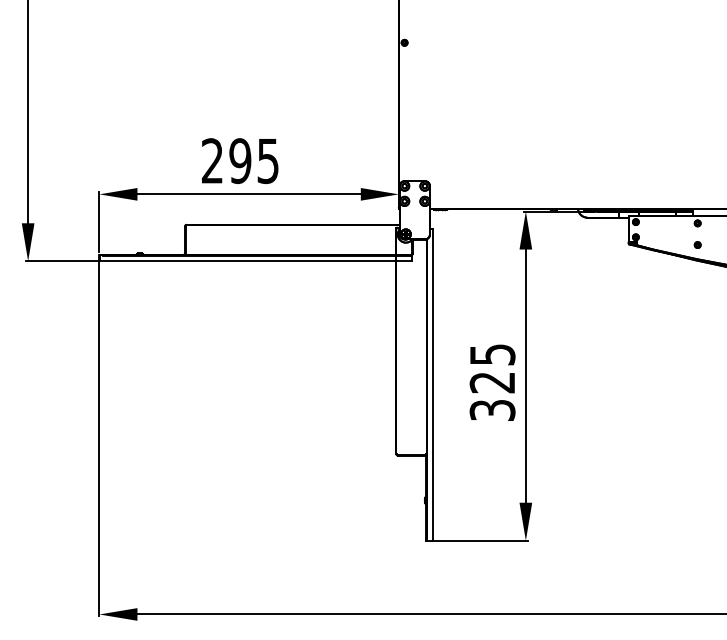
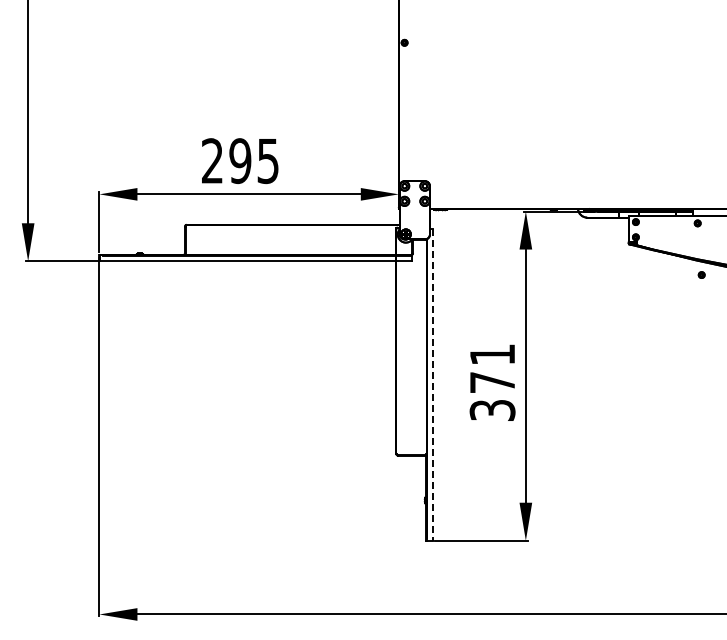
part at (697, 244) position: (697, 244) -> (701, 274)
text at (492, 368): 325 -> 371
line at (432, 385): solid -> dashed
